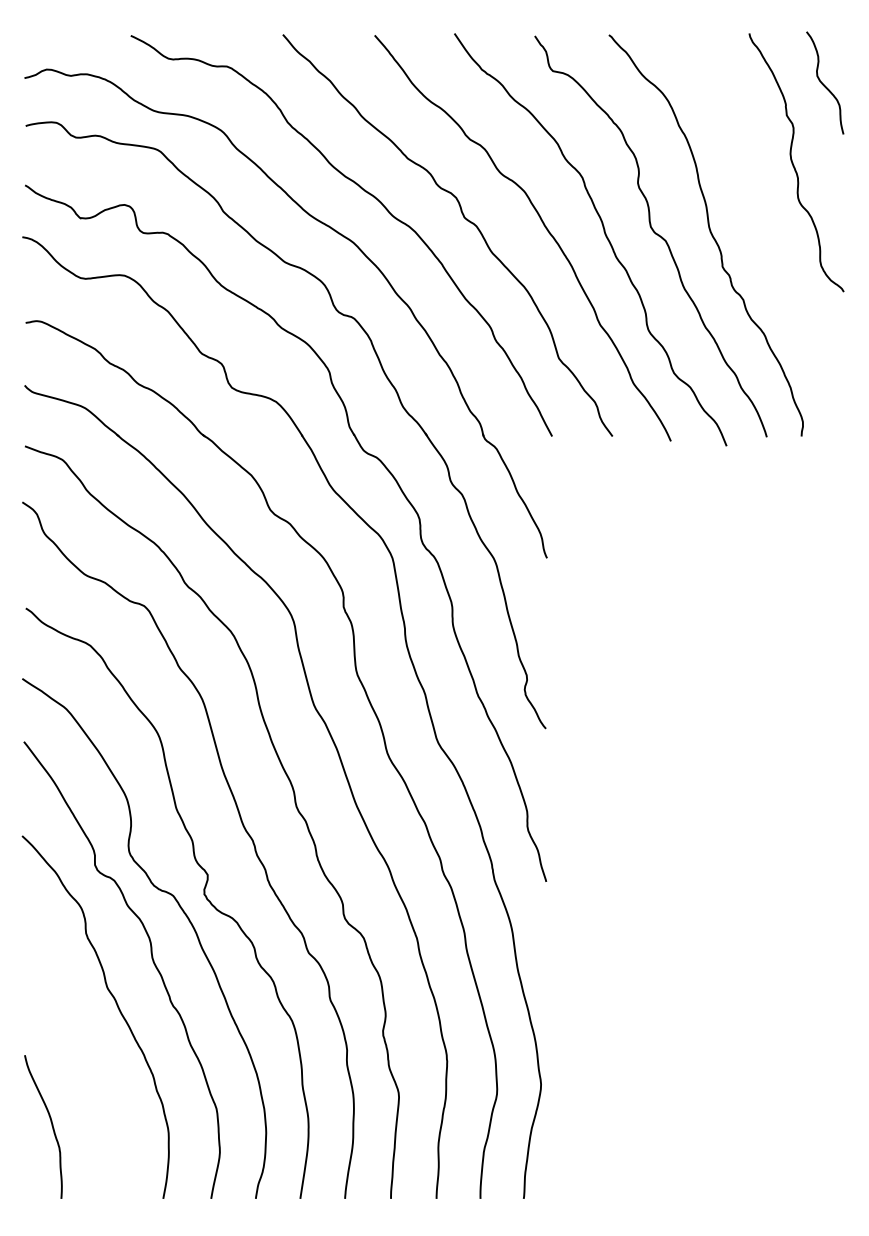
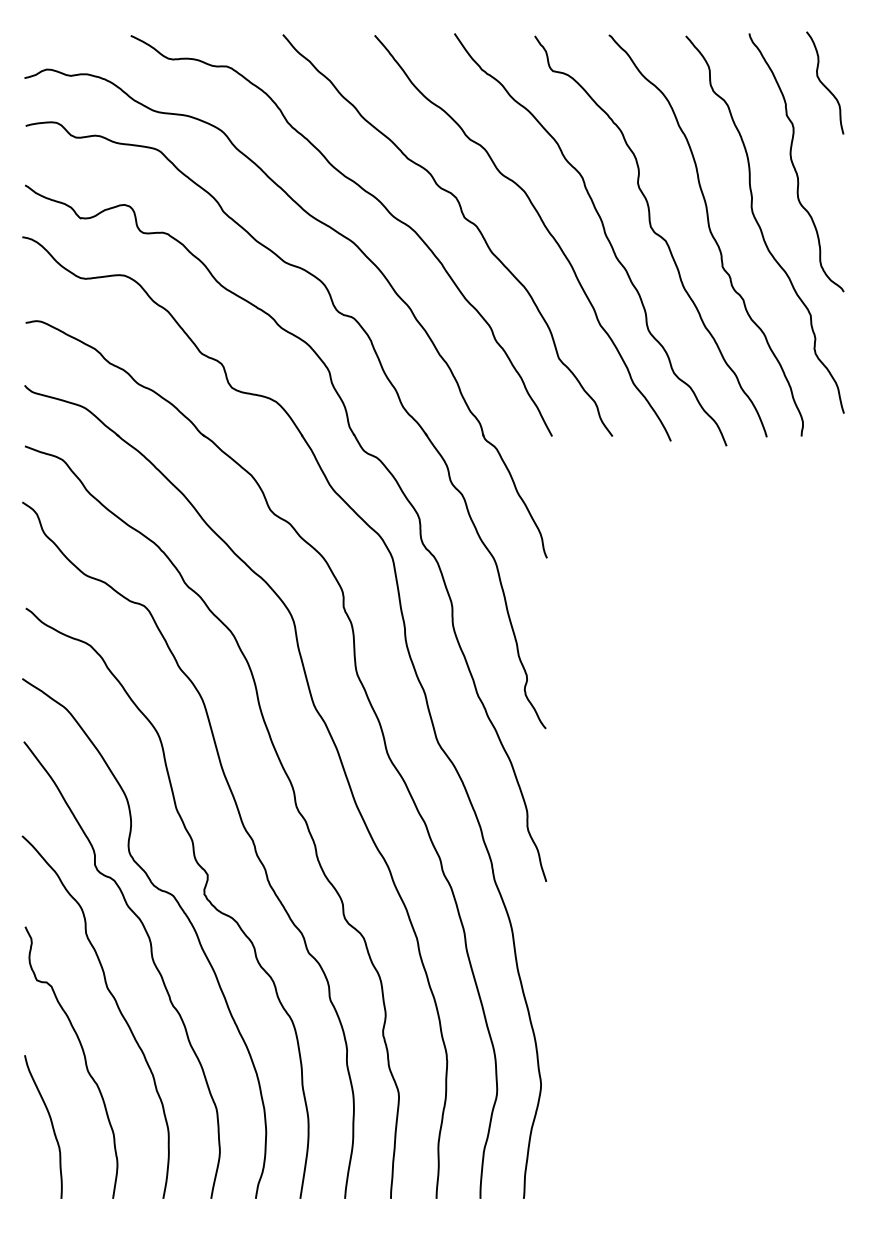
curve at (760, 226): none -> present
curve at (84, 1061): none -> present
